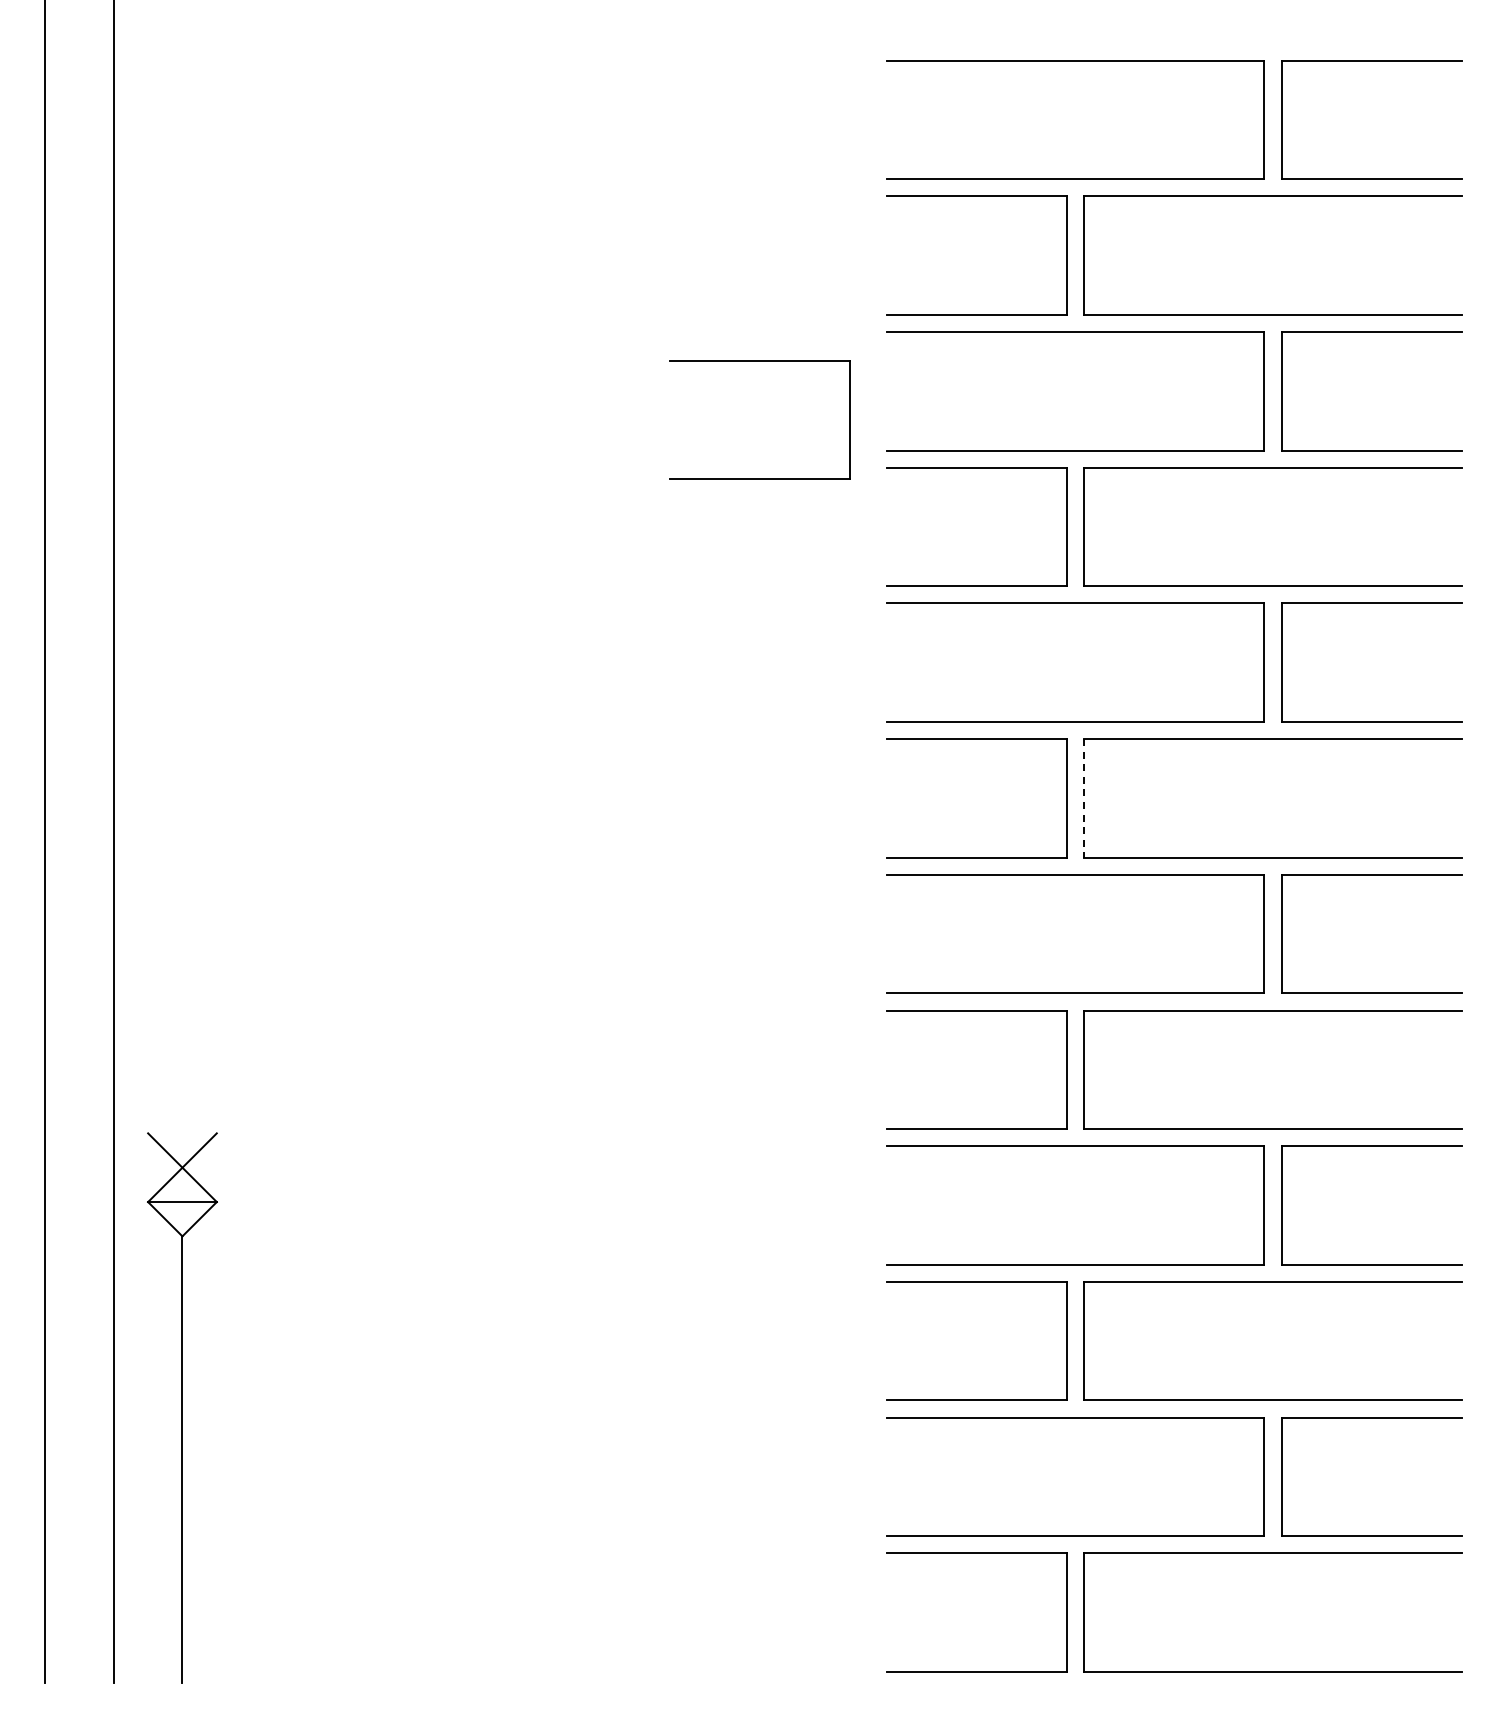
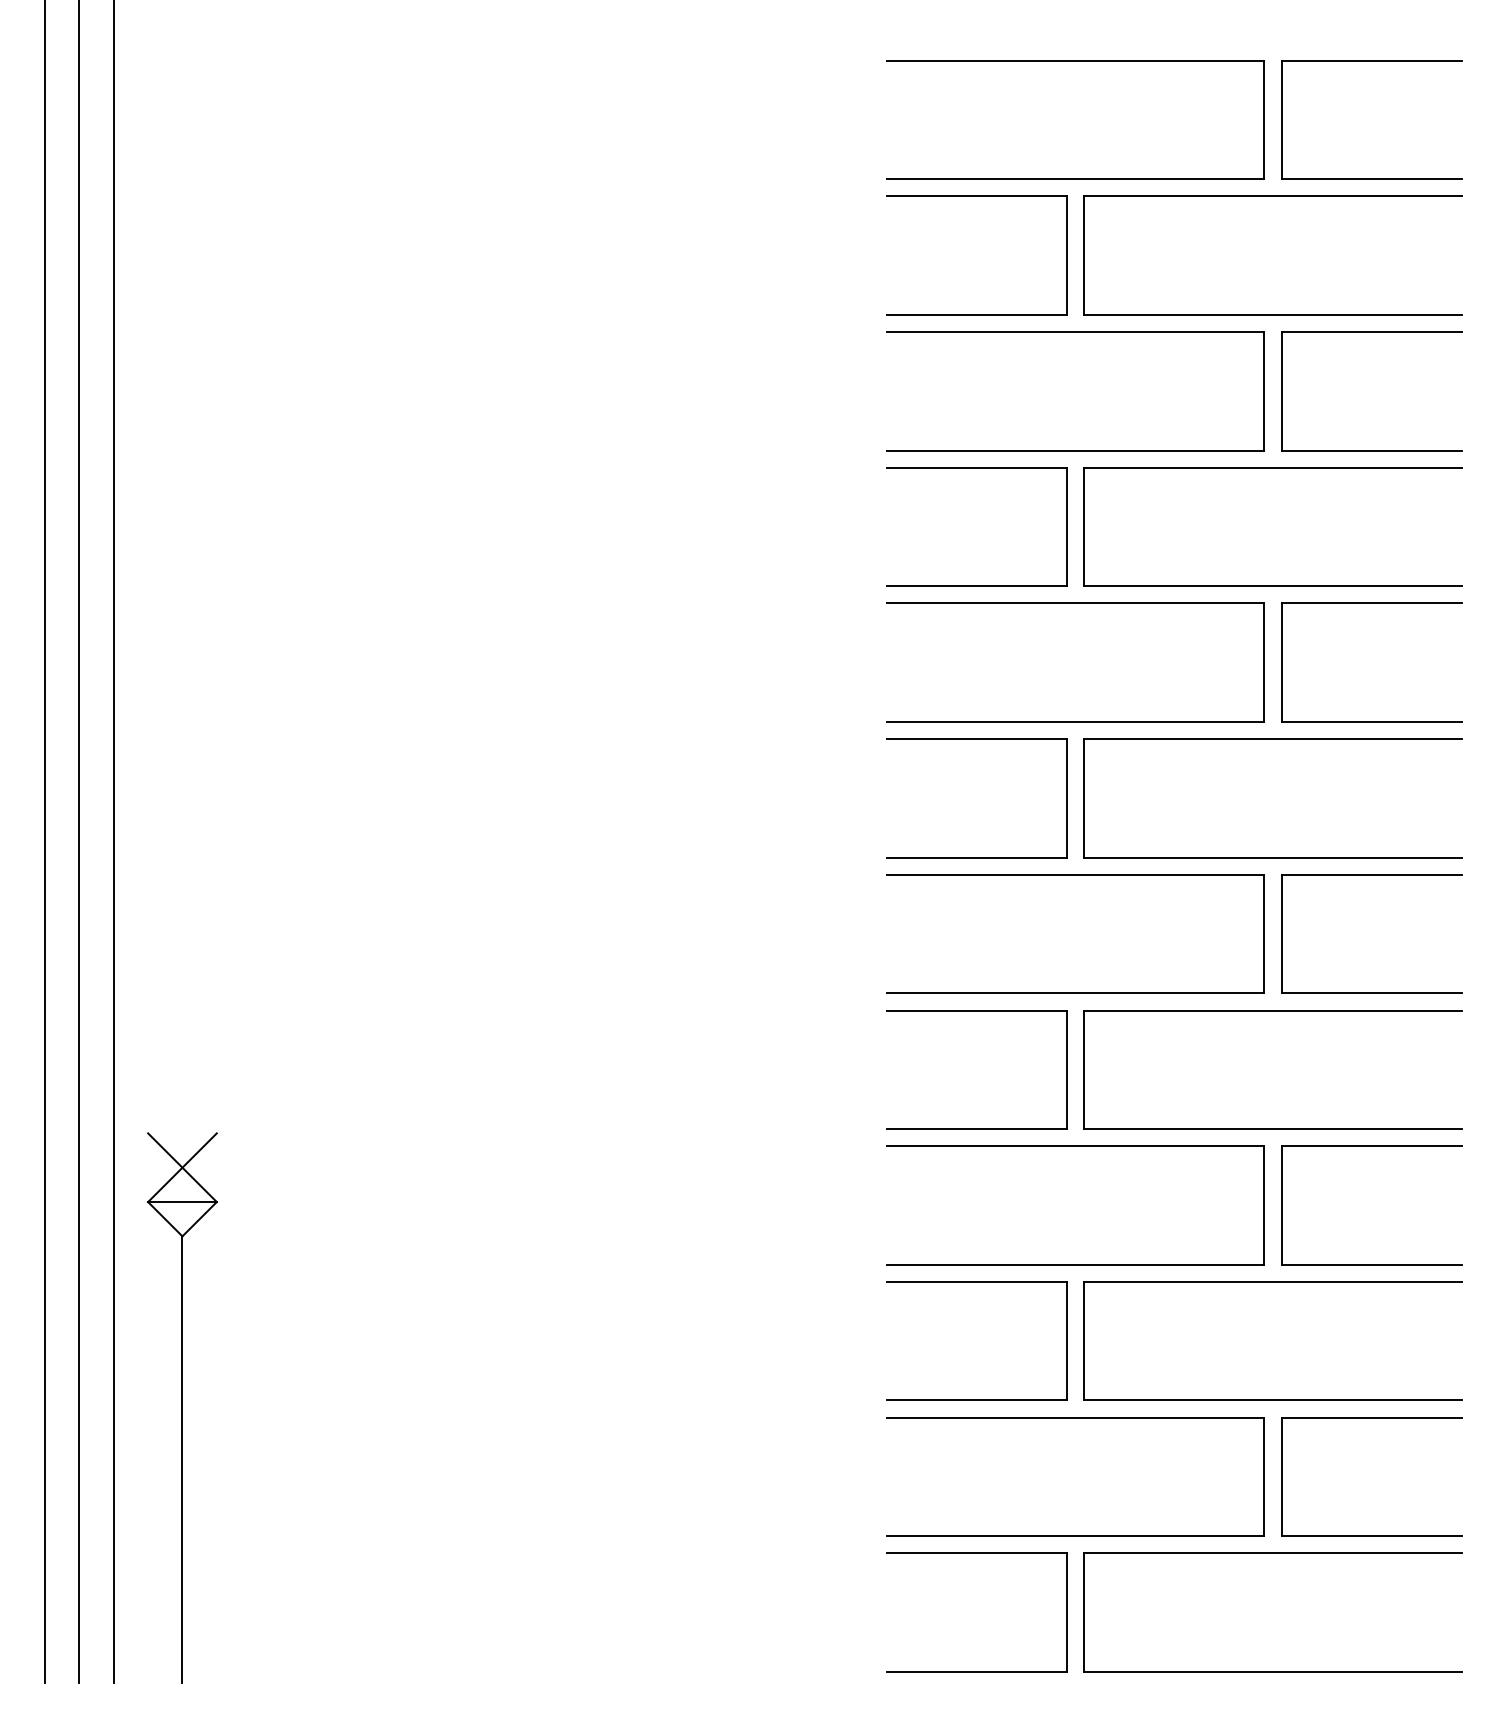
part at (759, 361): present -> none
line at (1084, 798): dashed -> solid
line at (79, 842): none -> present
